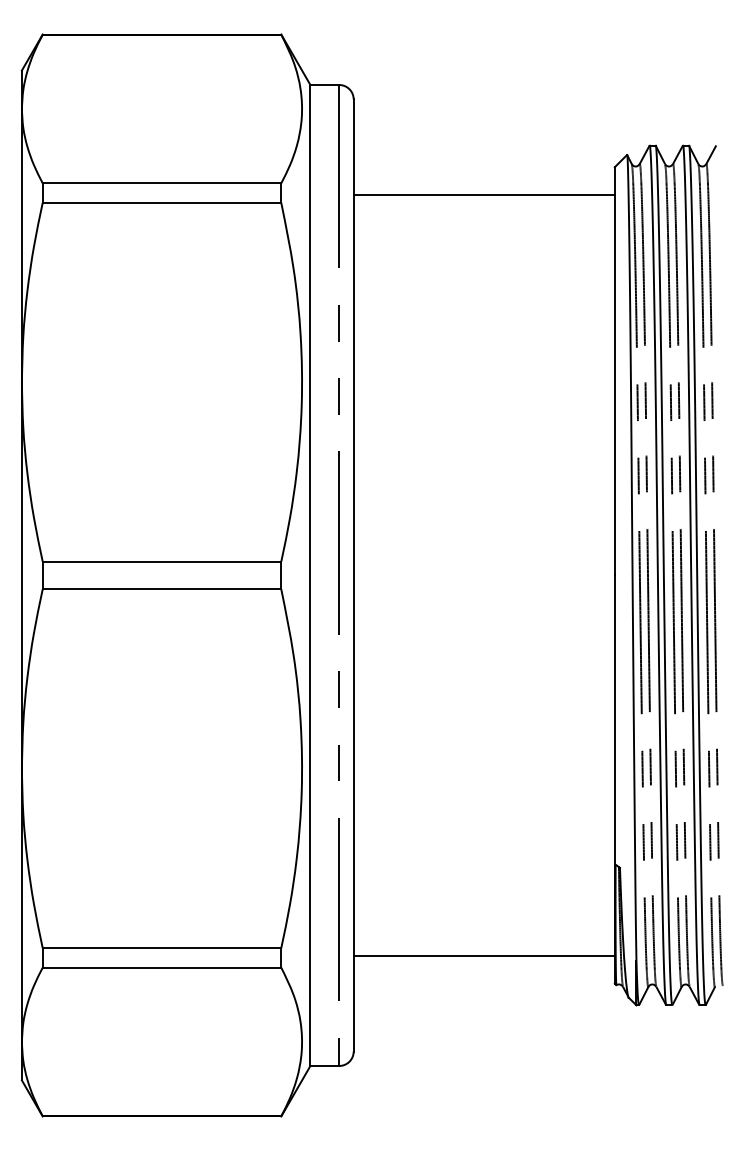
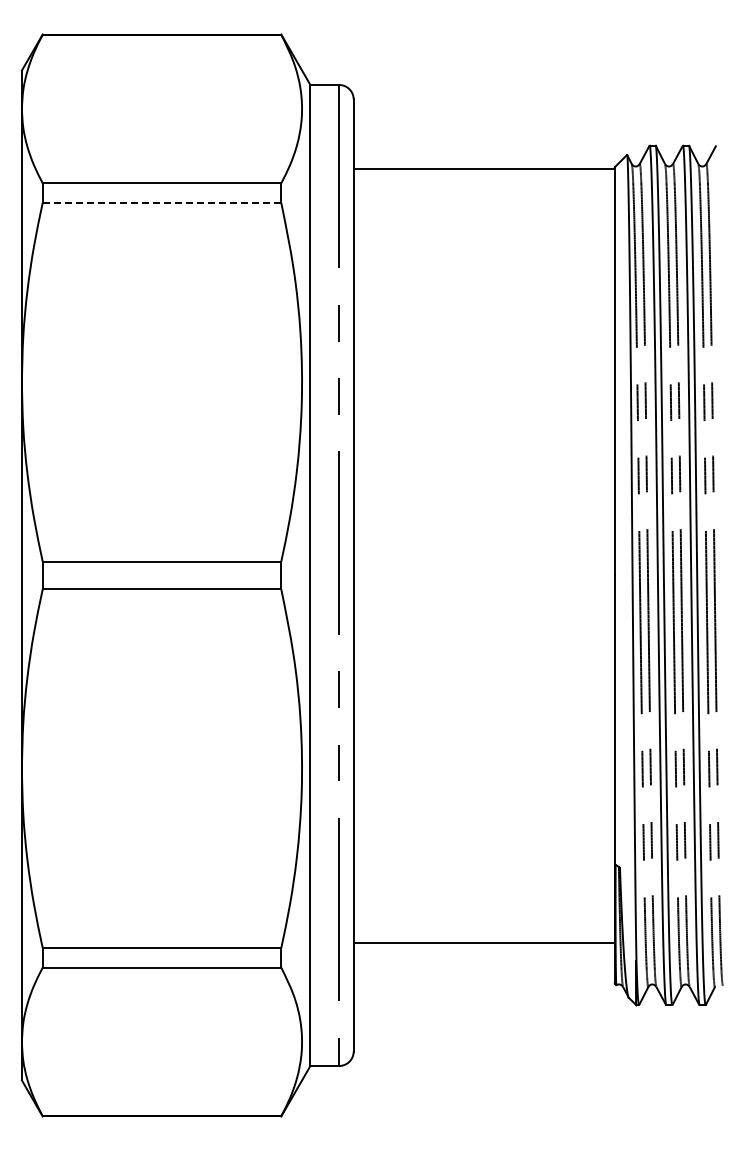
line at (483, 195) position: (483, 195) -> (483, 169)
line at (162, 202): solid -> dashed
line at (483, 955) position: (483, 955) -> (483, 942)
